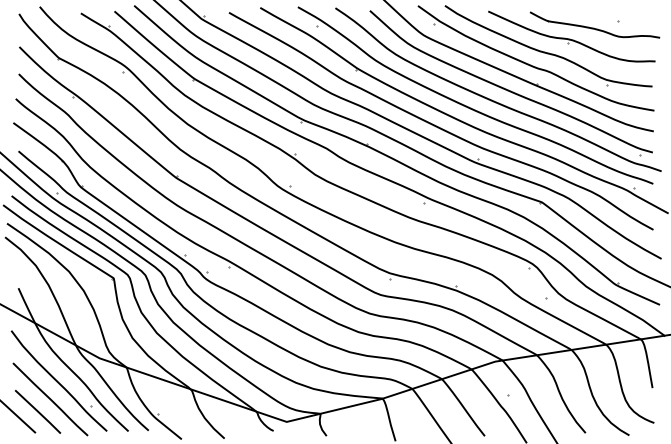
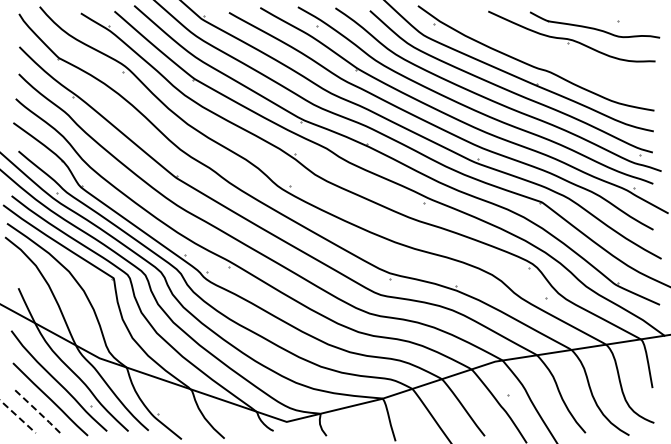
part at (548, 46): present -> none
line at (38, 411): solid -> dashed
line at (18, 416): solid -> dashed
